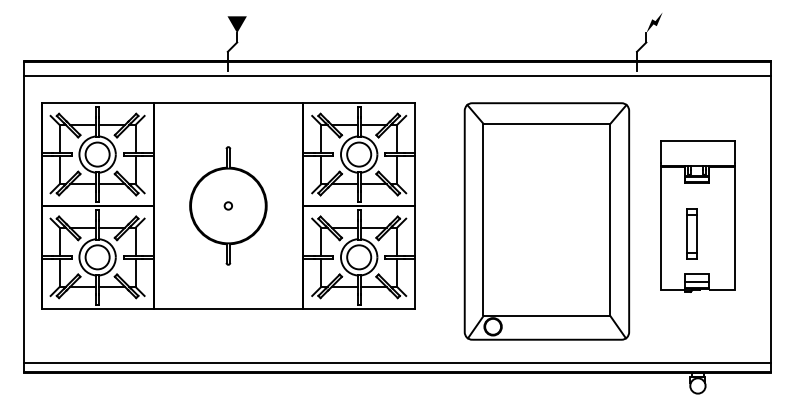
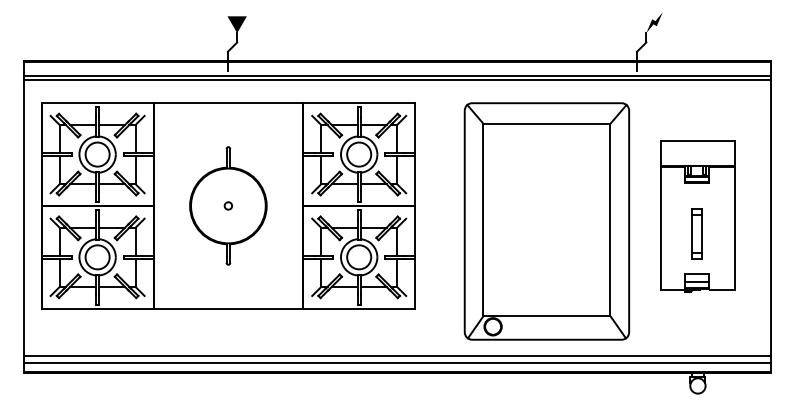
line at (397, 80): none -> present
part at (691, 233) position: (691, 233) -> (696, 233)
line at (397, 356): none -> present
